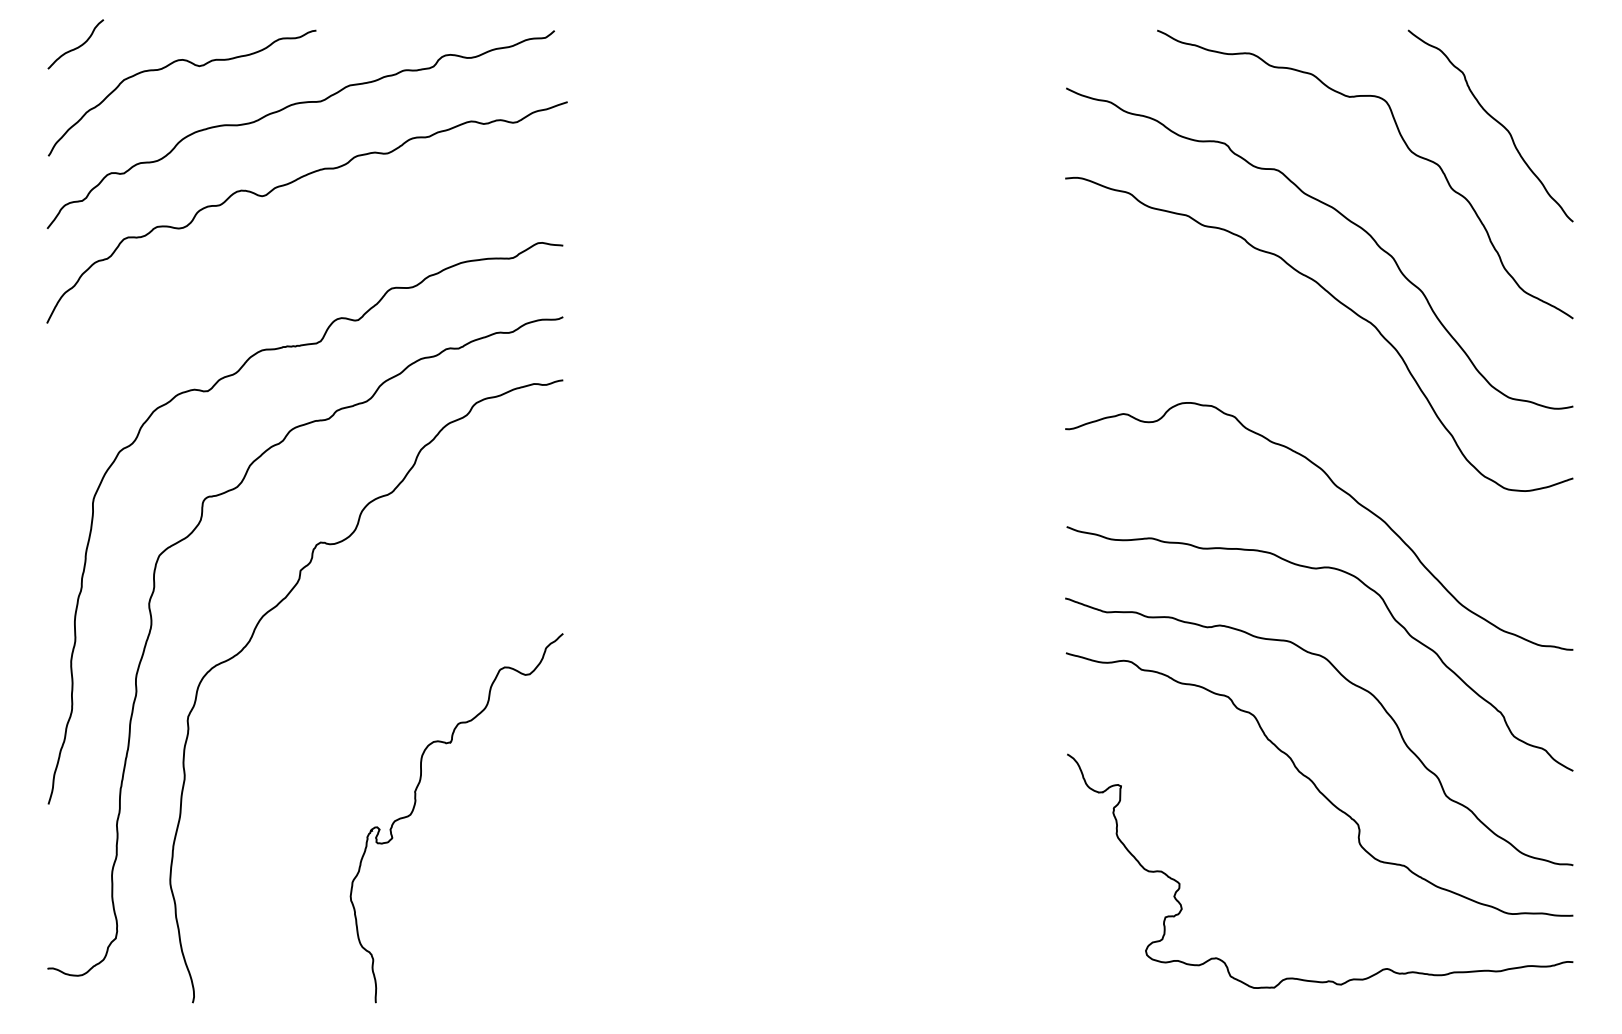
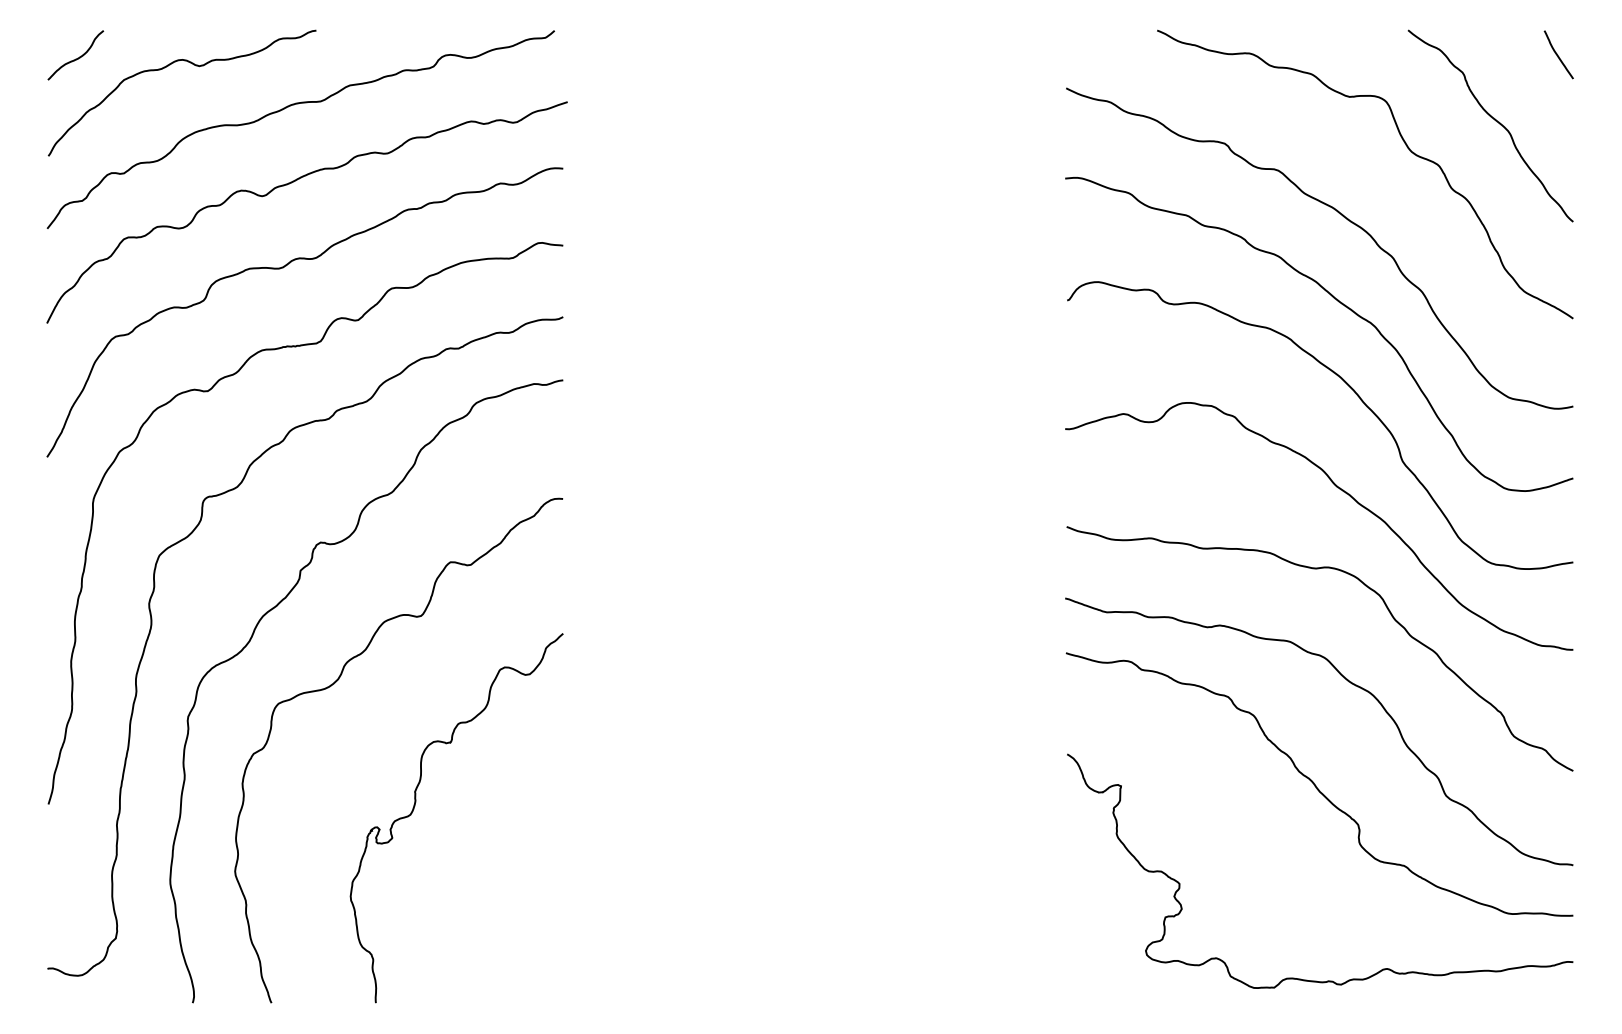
curve at (77, 46) position: (77, 46) -> (77, 57)
curve at (1557, 54): none -> present
curve at (283, 268): none -> present
curve at (1356, 395): none -> present
curve at (334, 684): none -> present
